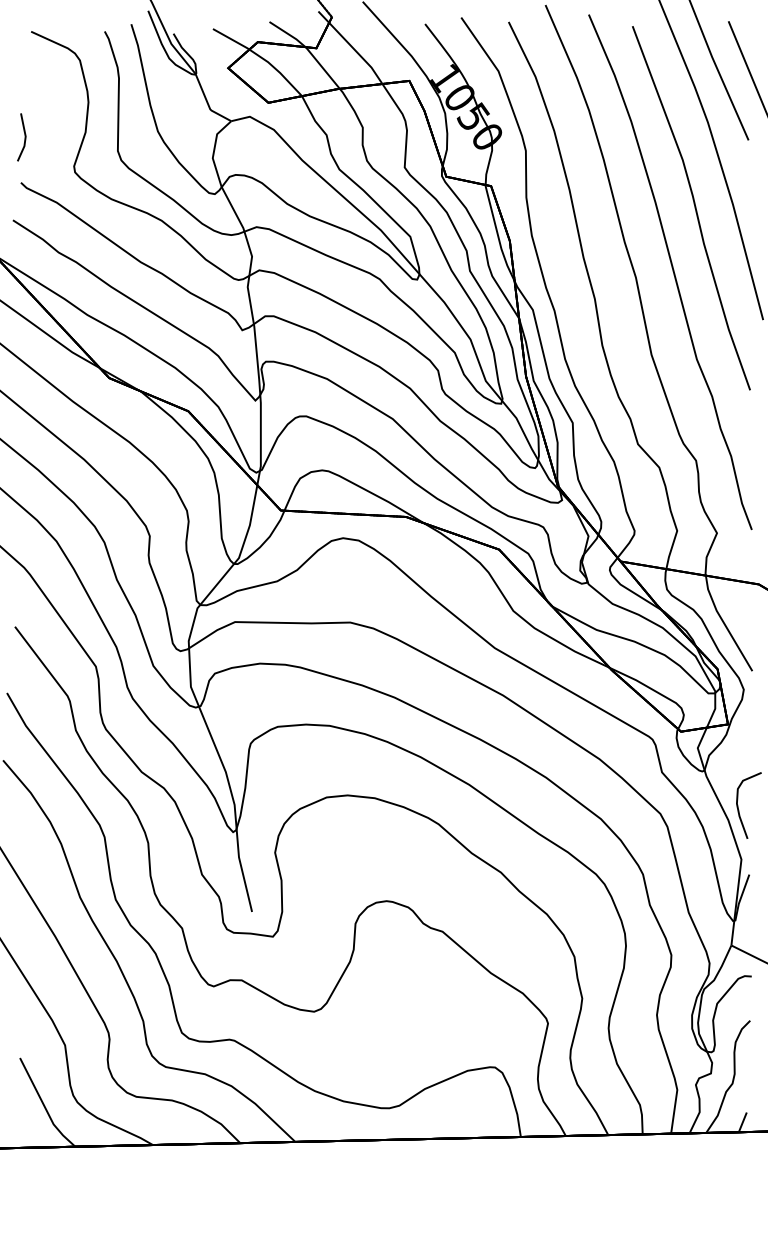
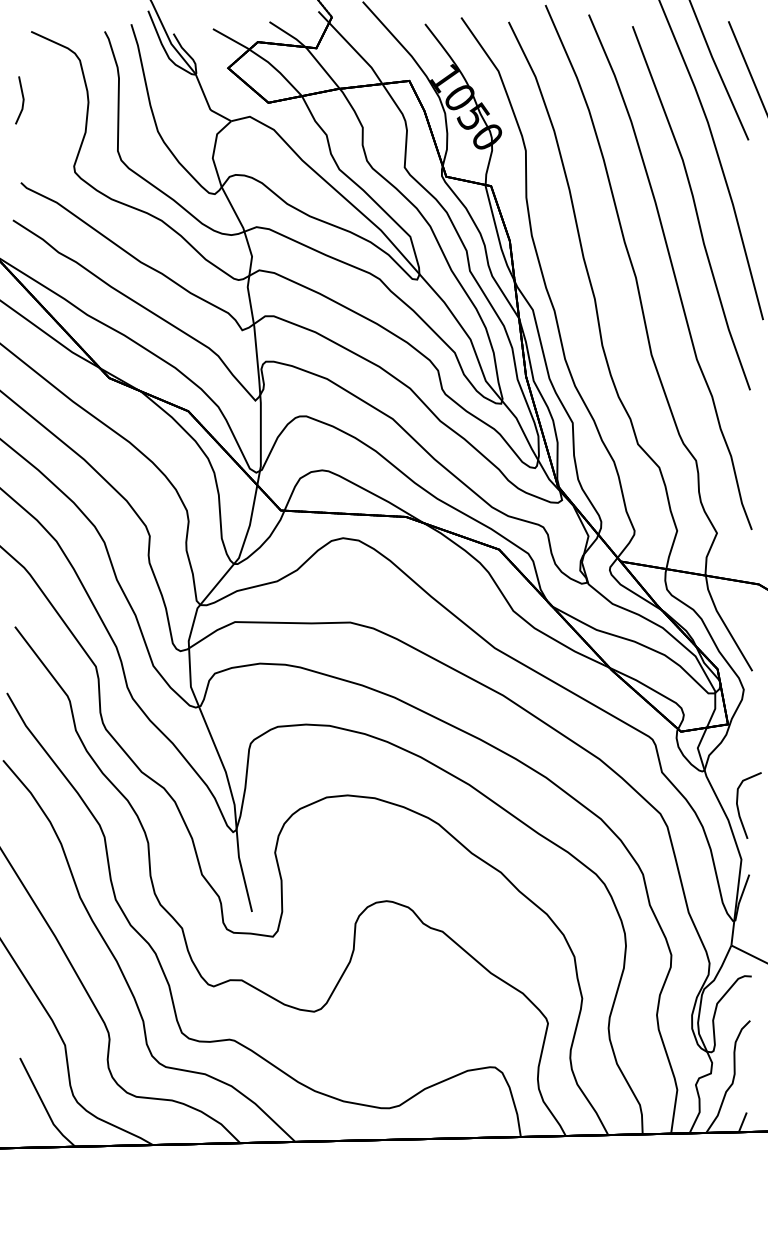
line at (24, 137) position: (24, 137) -> (22, 100)
